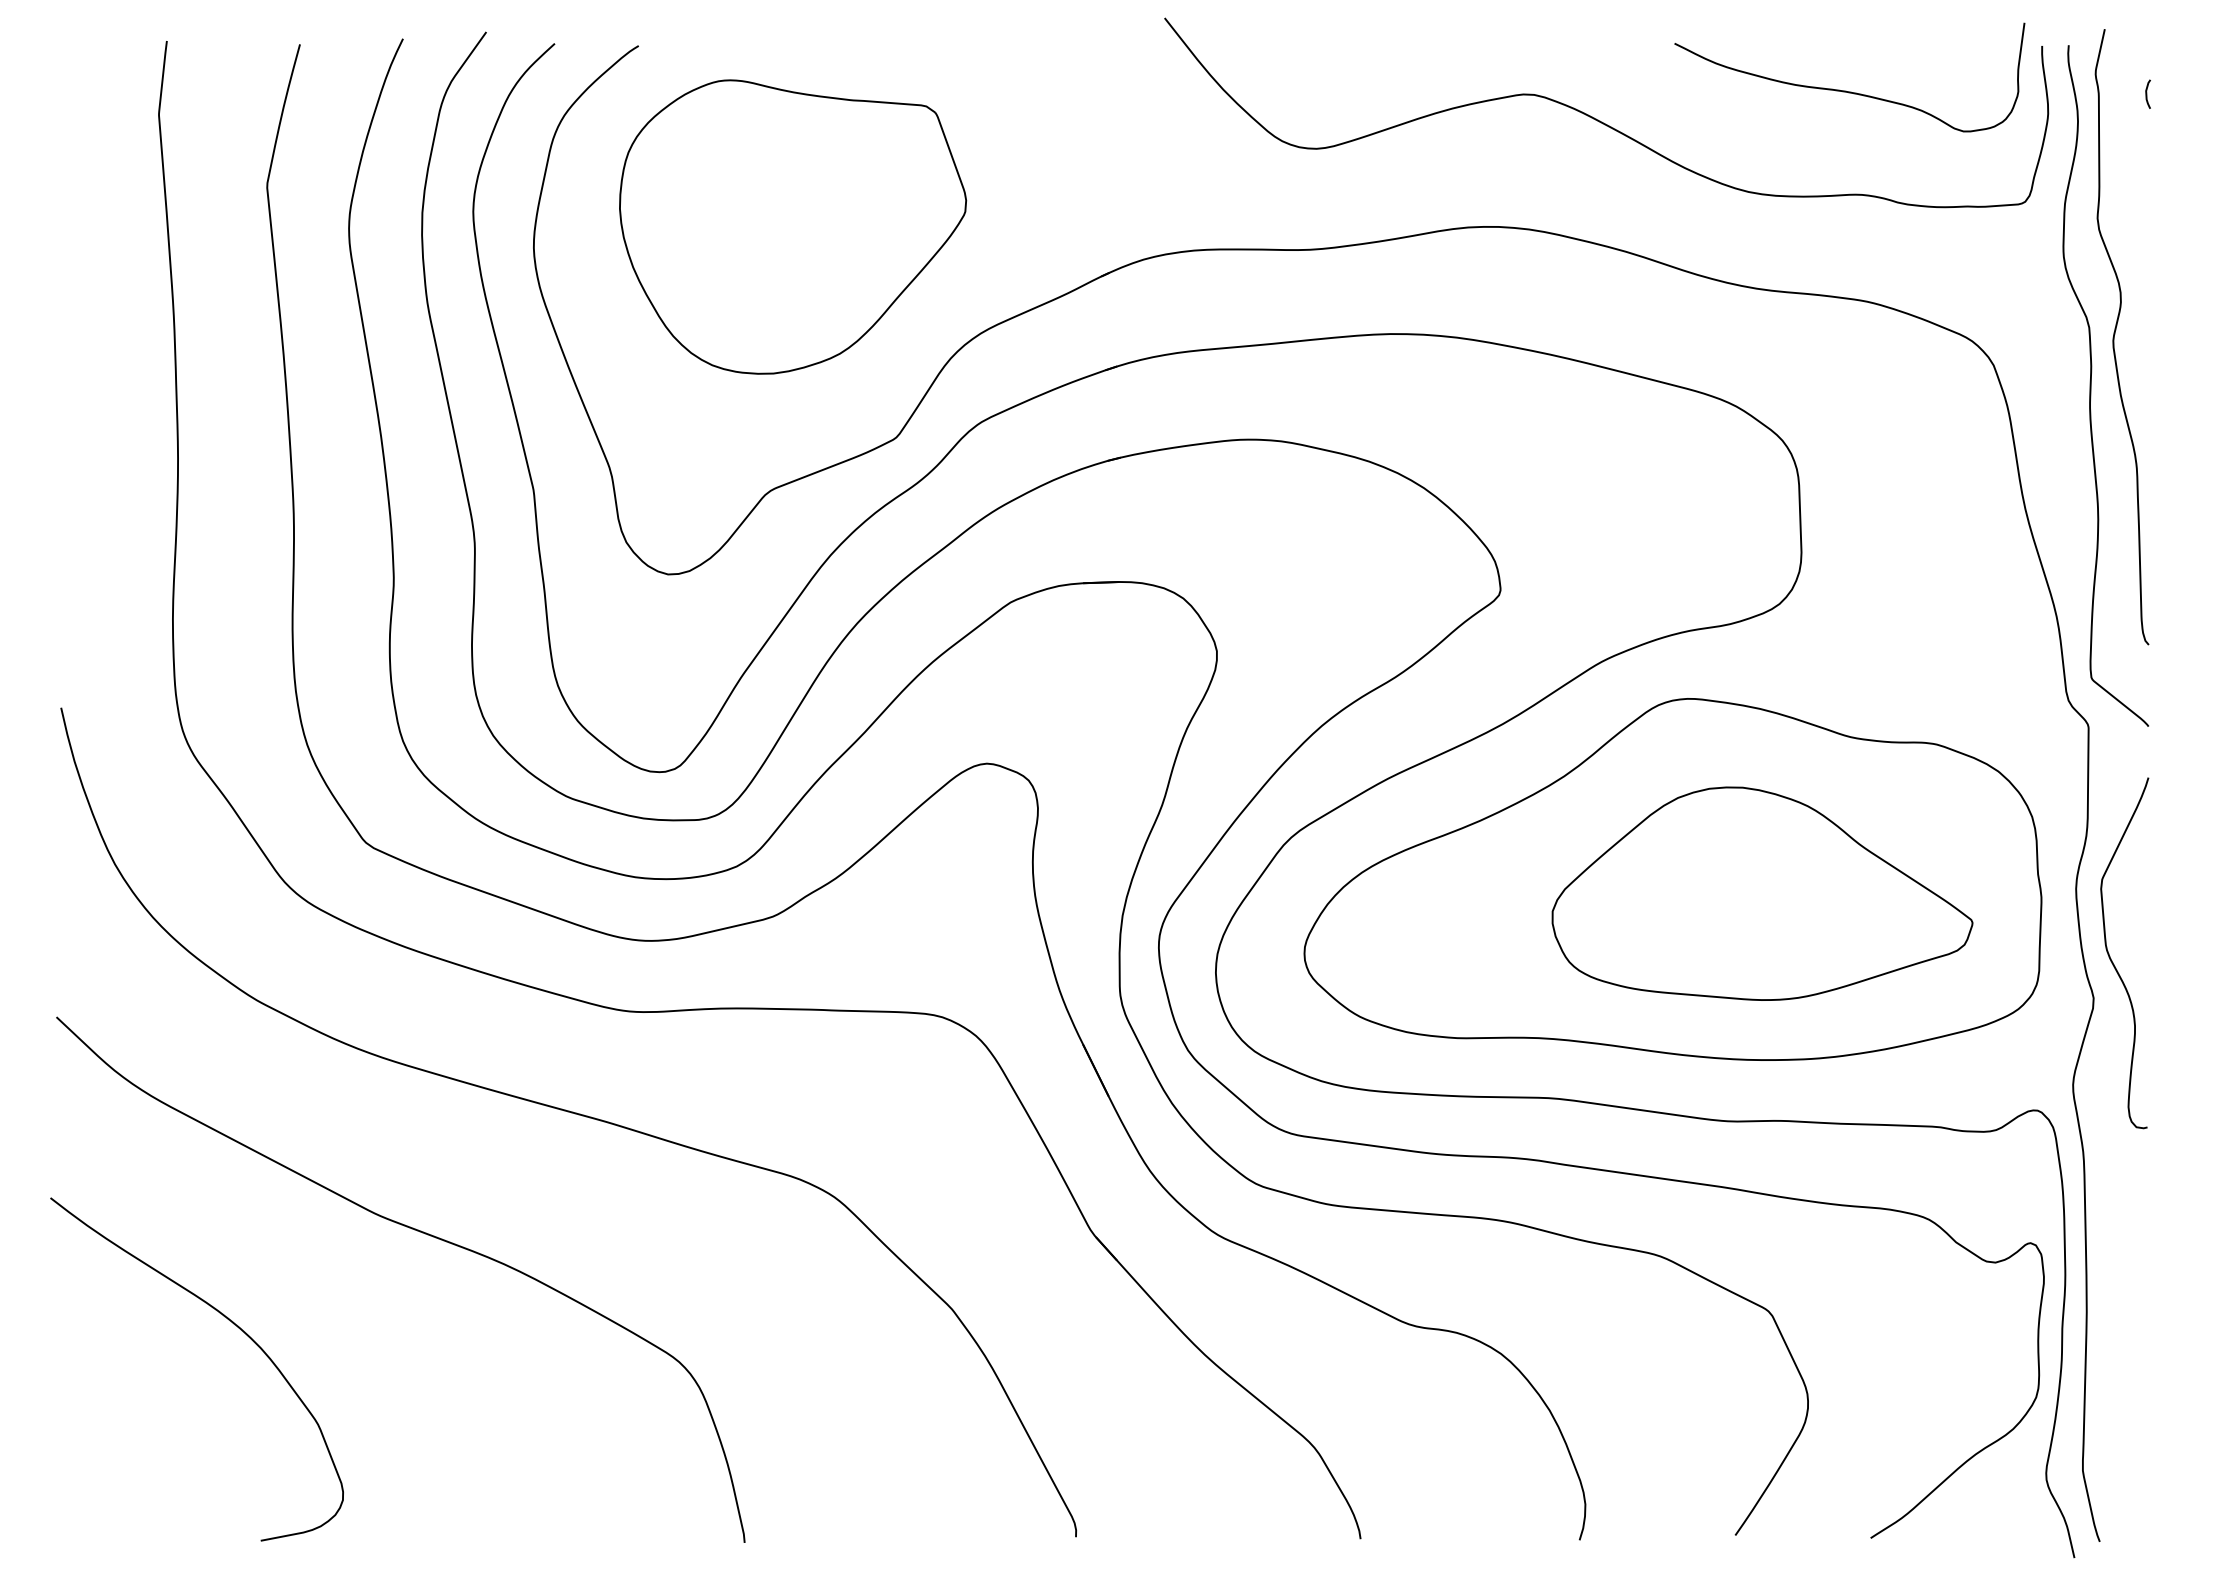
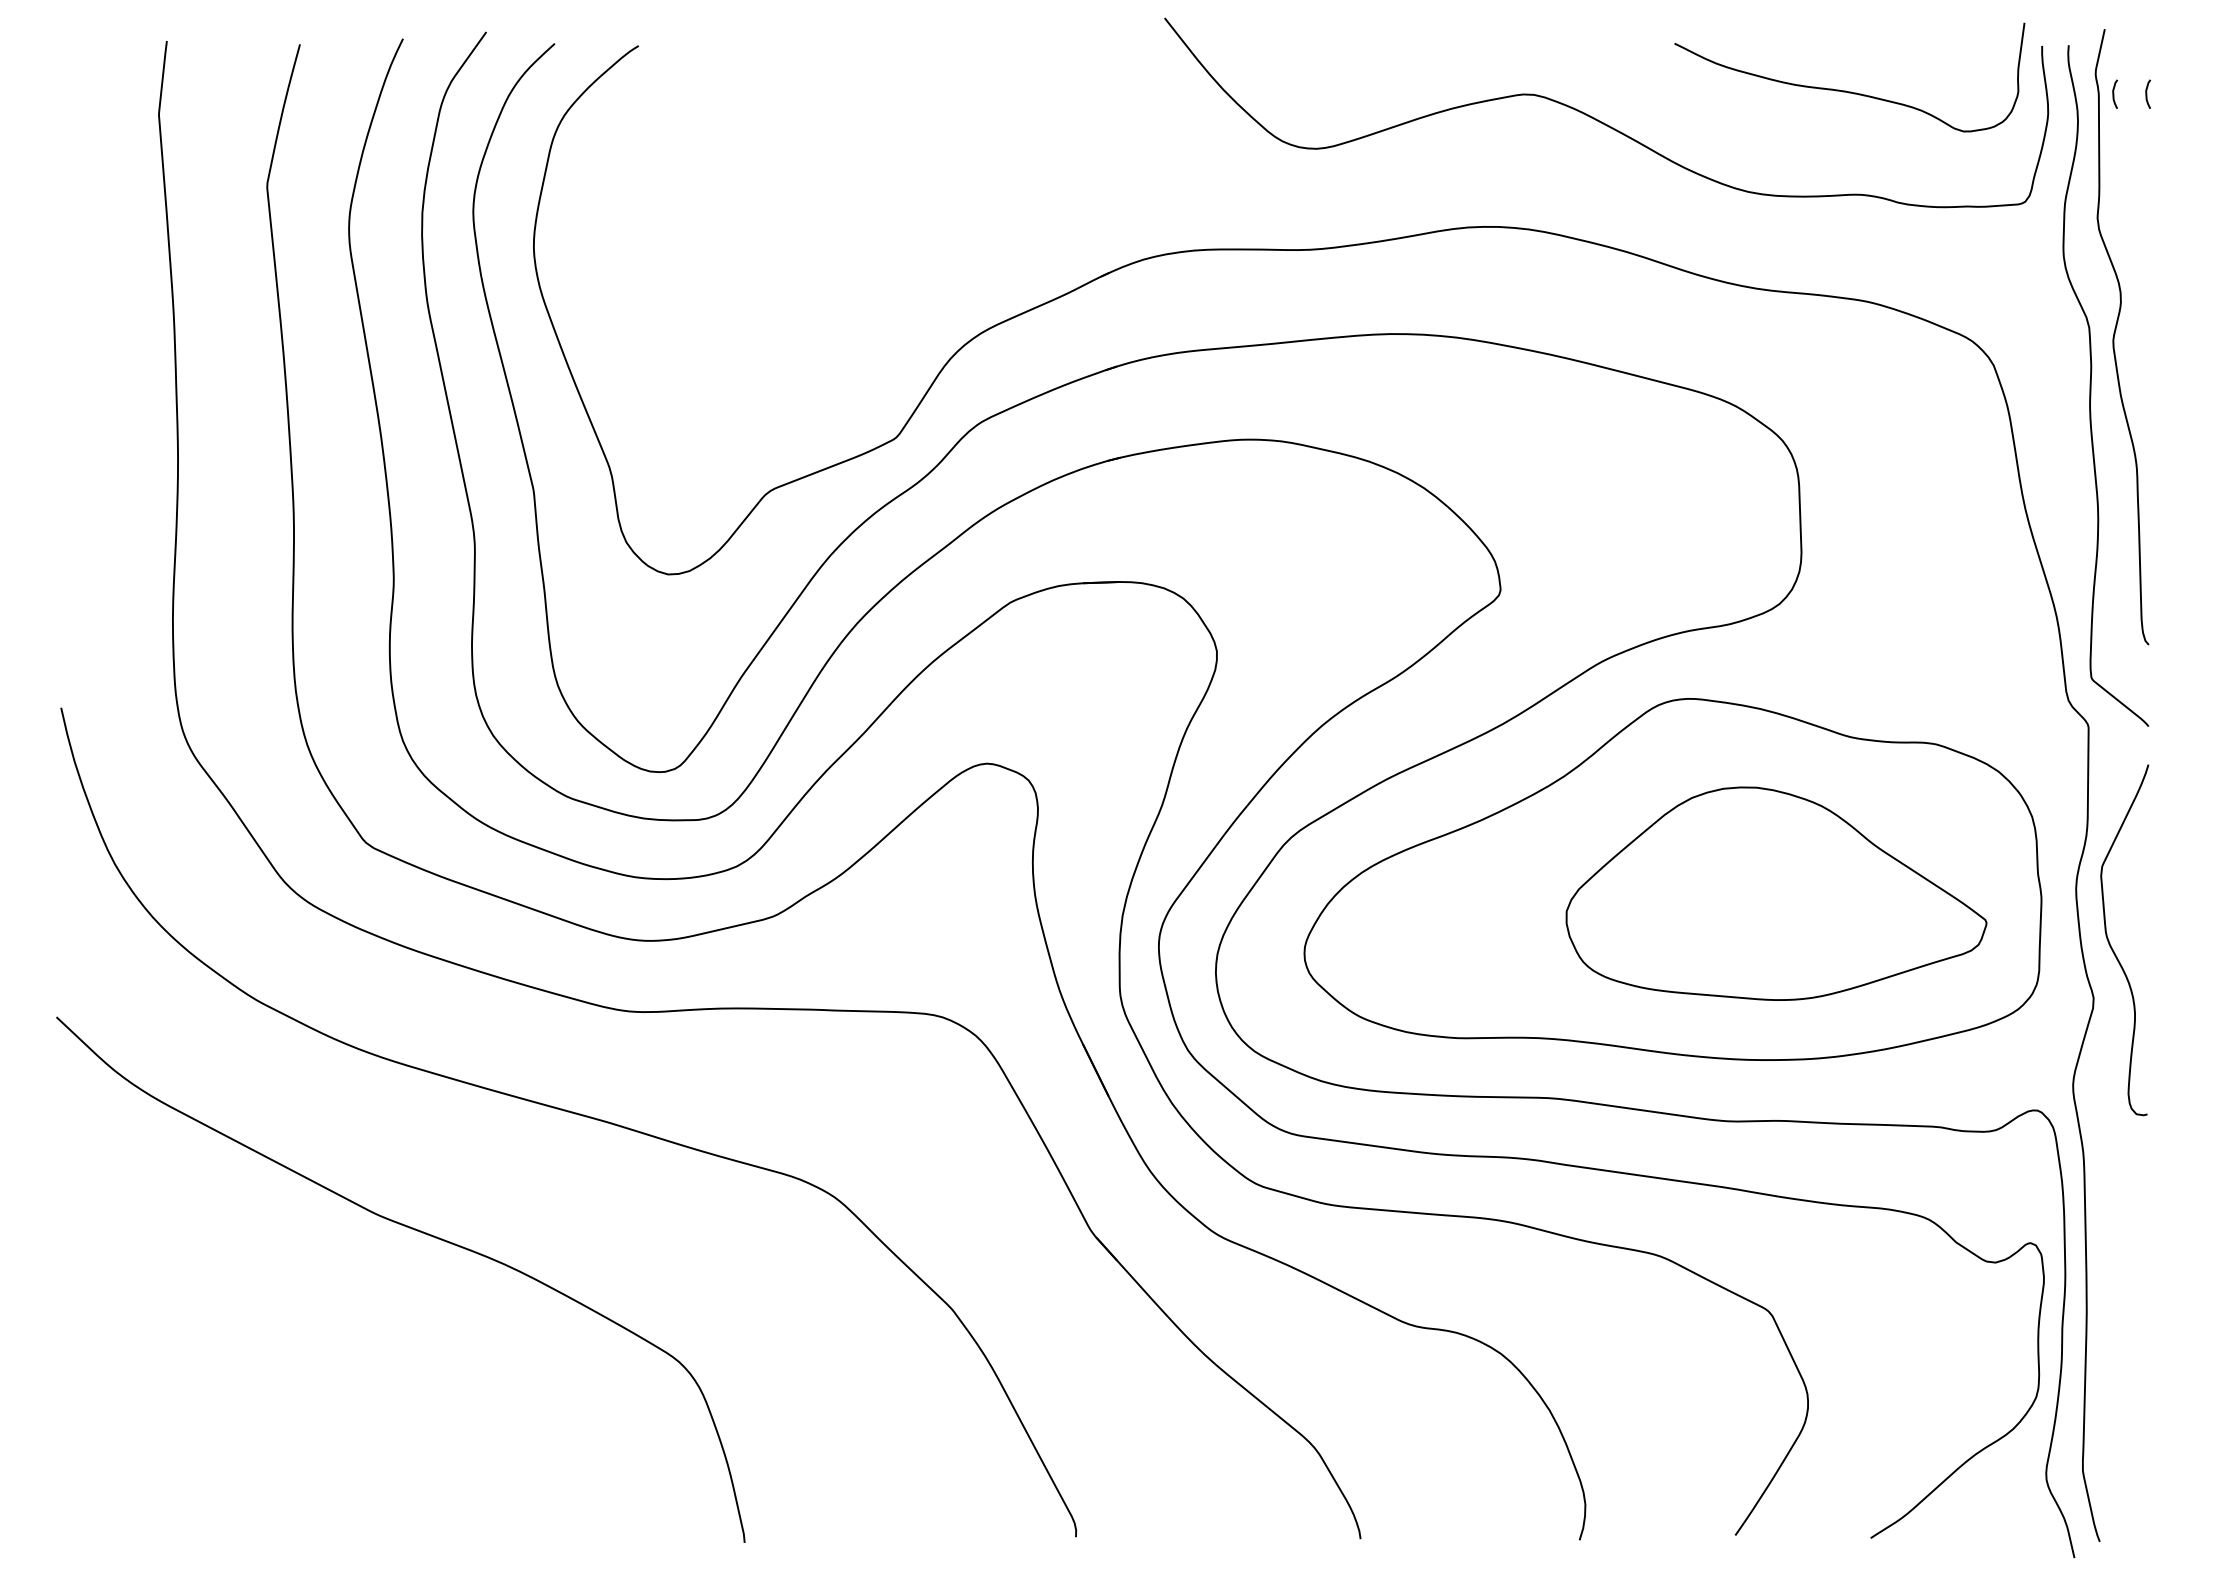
curve at (2114, 93): none -> present
part at (793, 226): present -> none
part at (1762, 893) position: (1762, 893) -> (1776, 893)
curve at (2112, 960) position: (2112, 960) -> (2112, 947)
curve at (233, 1324): present -> none
